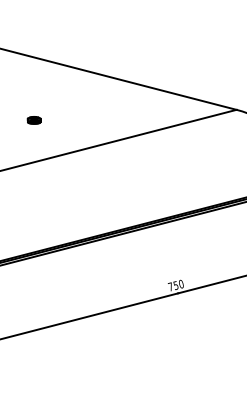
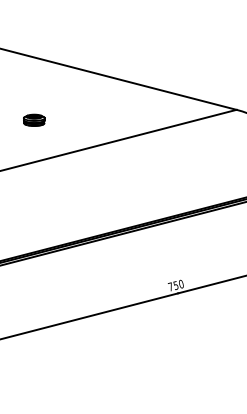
part at (33, 120) size: 16x9 px -> 23x14 px
